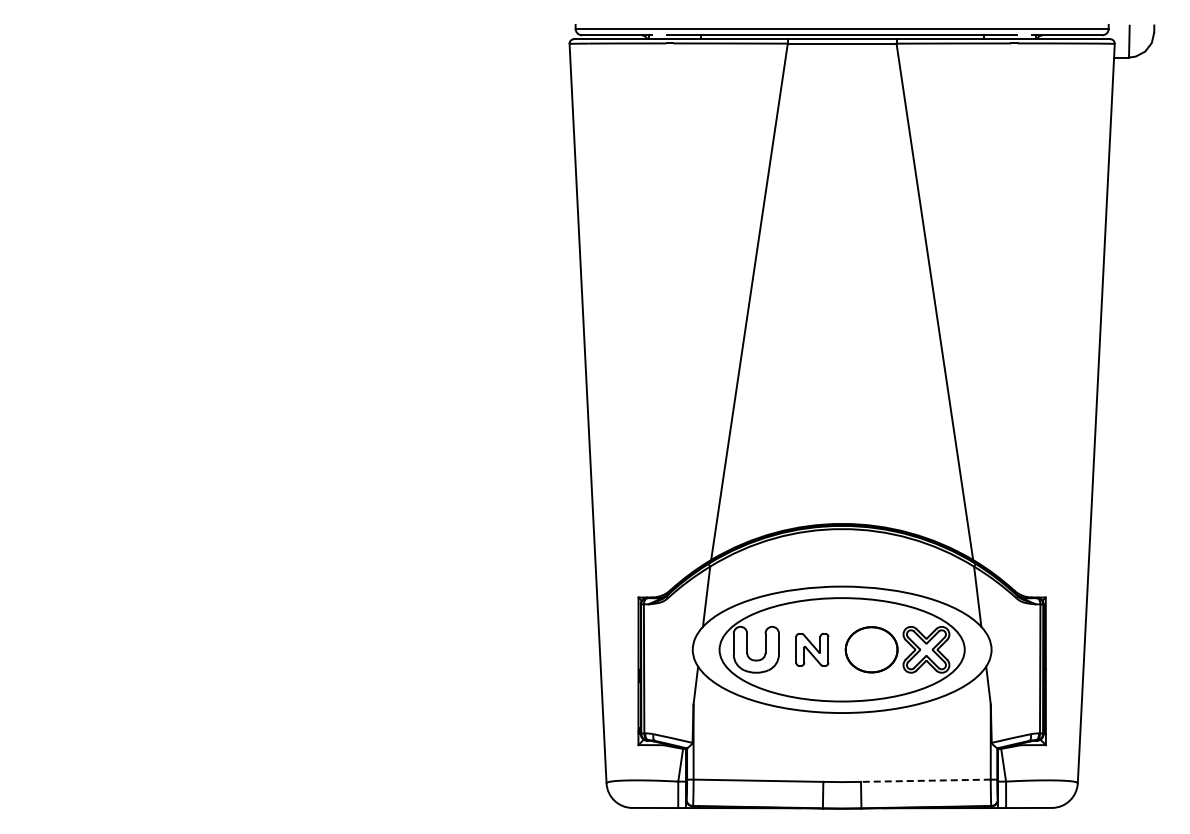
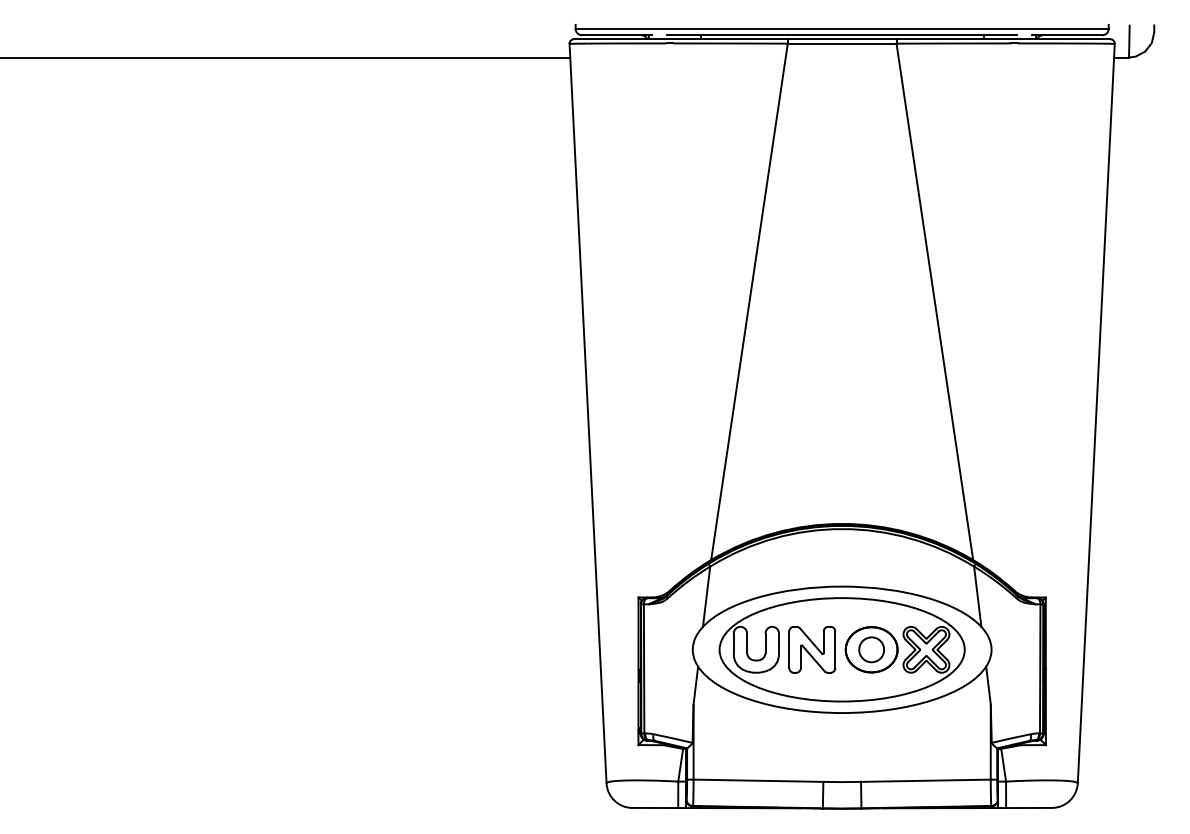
line at (286, 57): none -> present
part at (812, 649) size: 35x34 px -> 49x48 px
circle at (871, 649): none -> present
line at (925, 780): dashed -> solid
